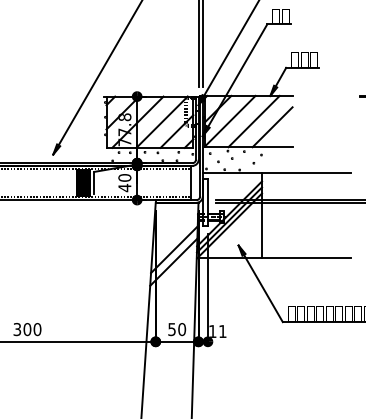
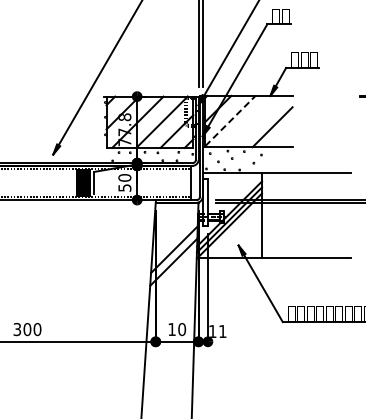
line at (230, 121): solid -> dashed
line at (253, 121): present -> none
text at (124, 187): 40 -> 50
text at (171, 329): 50 -> 10
